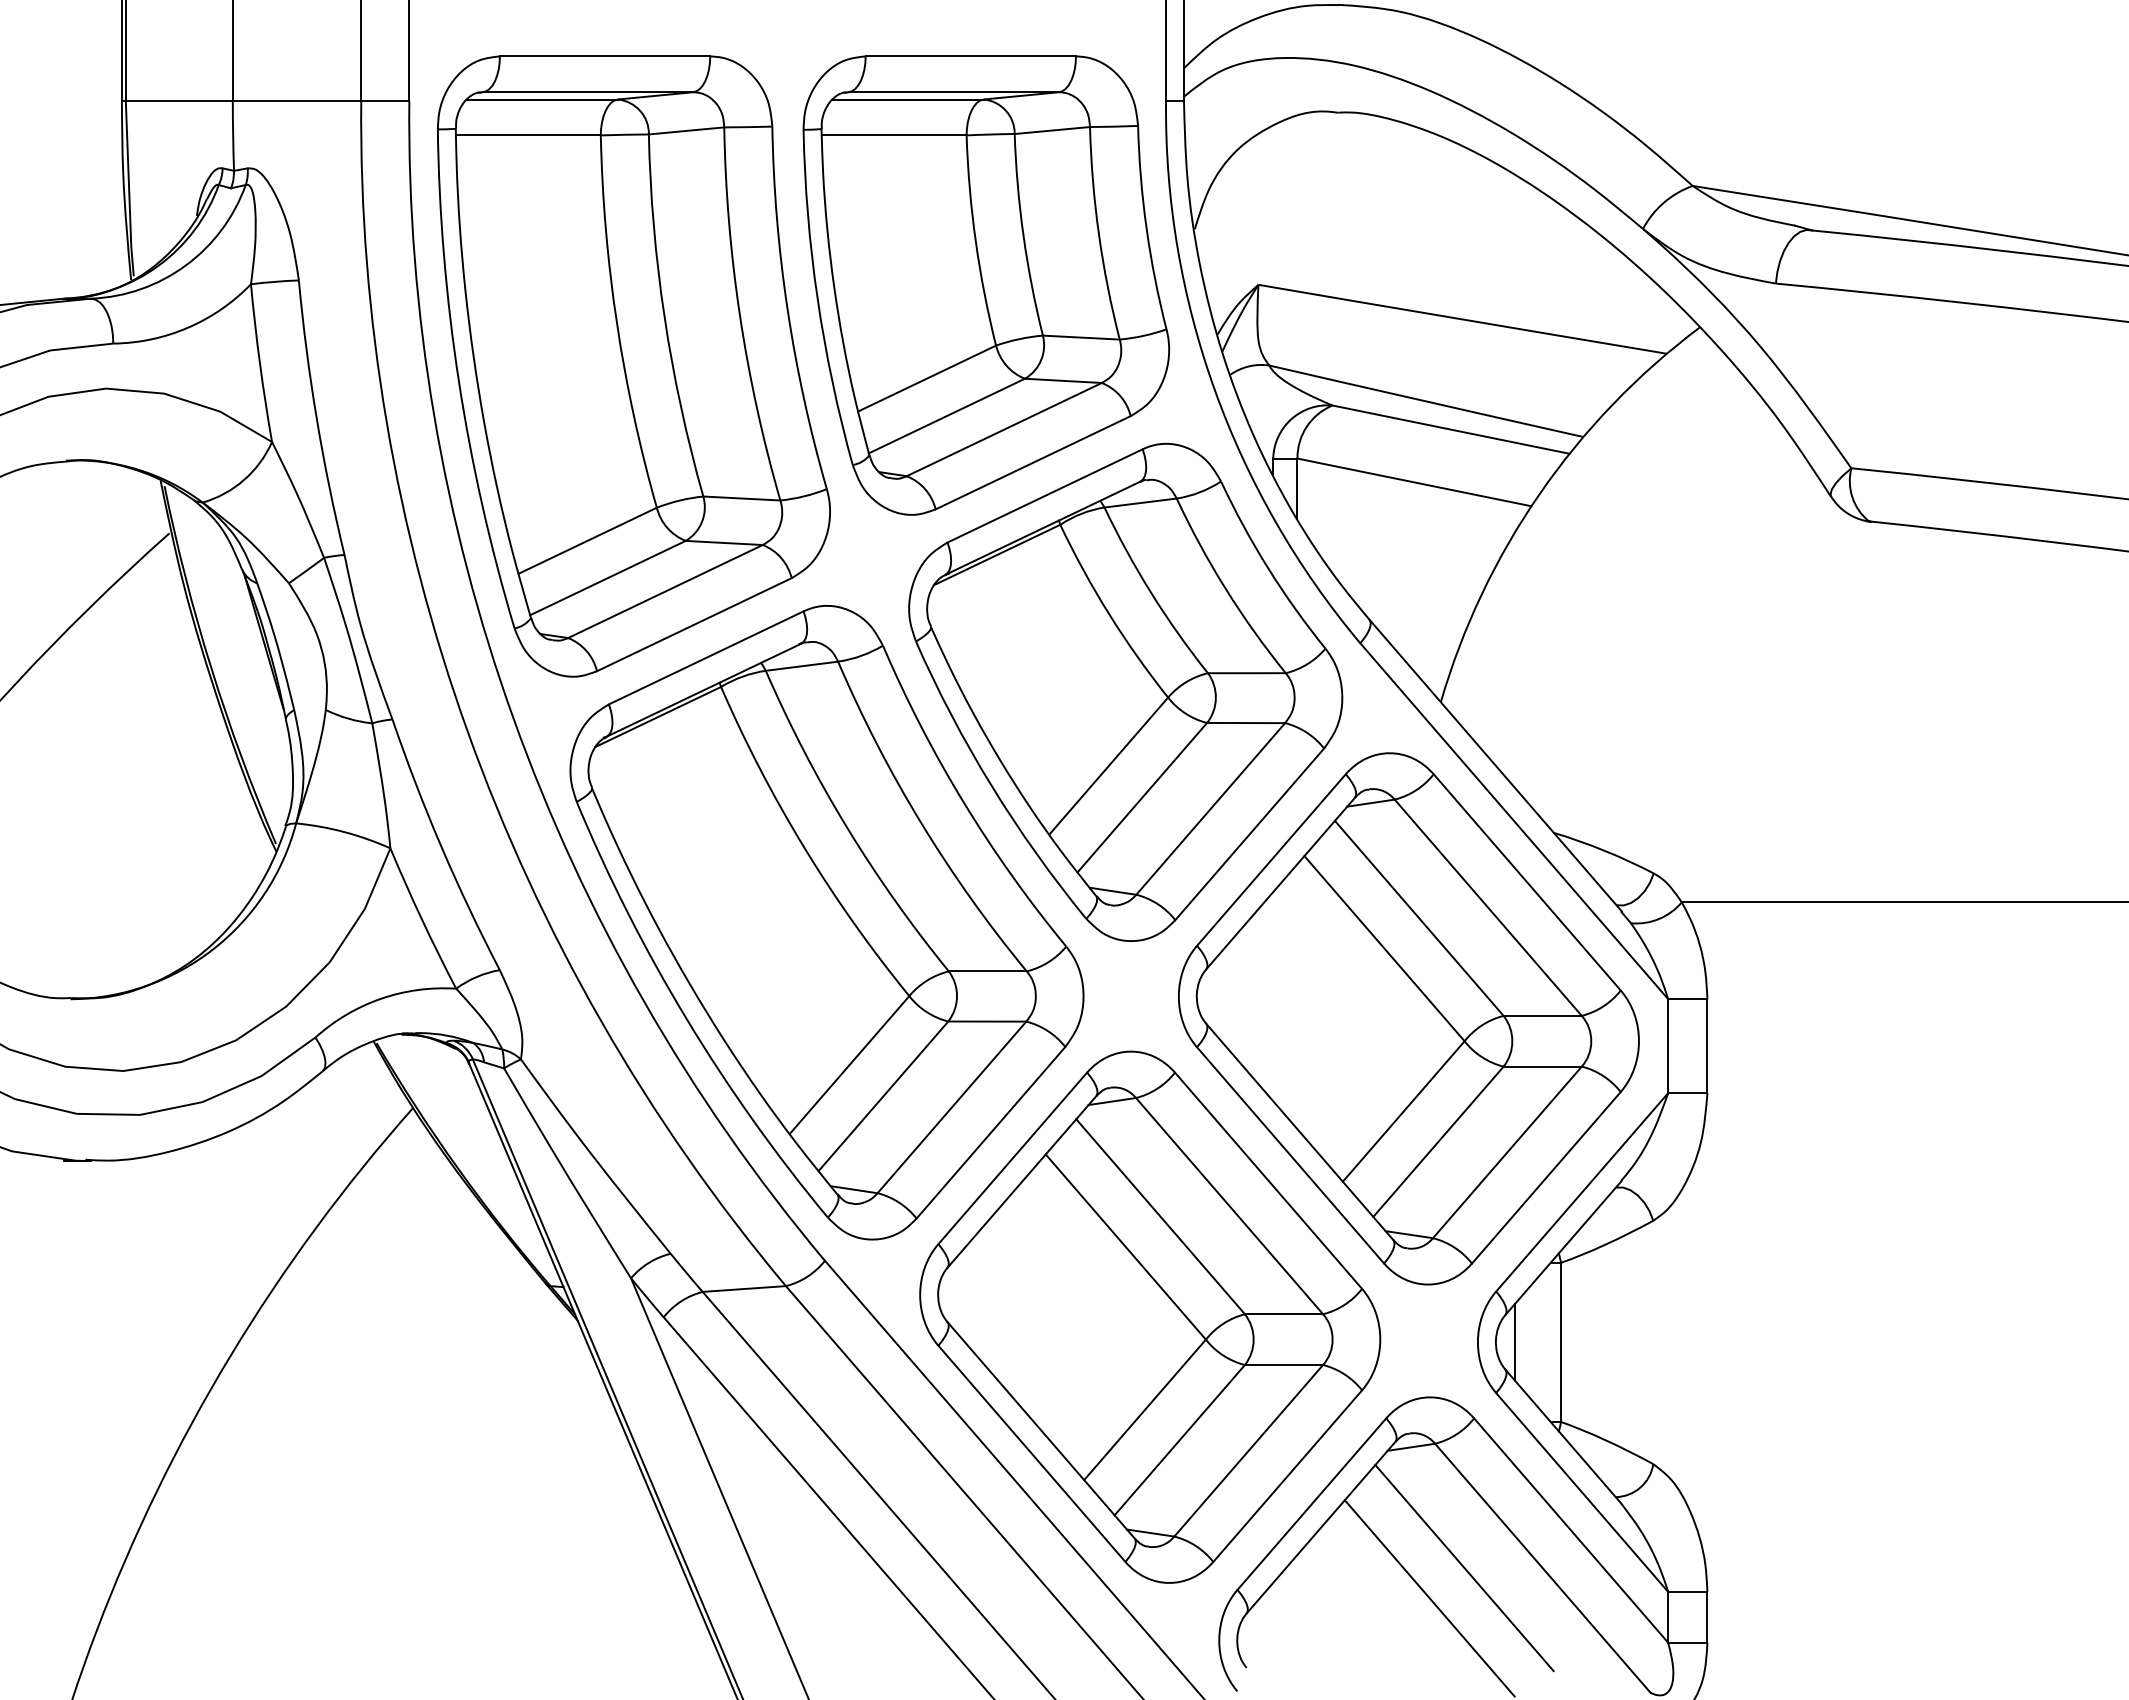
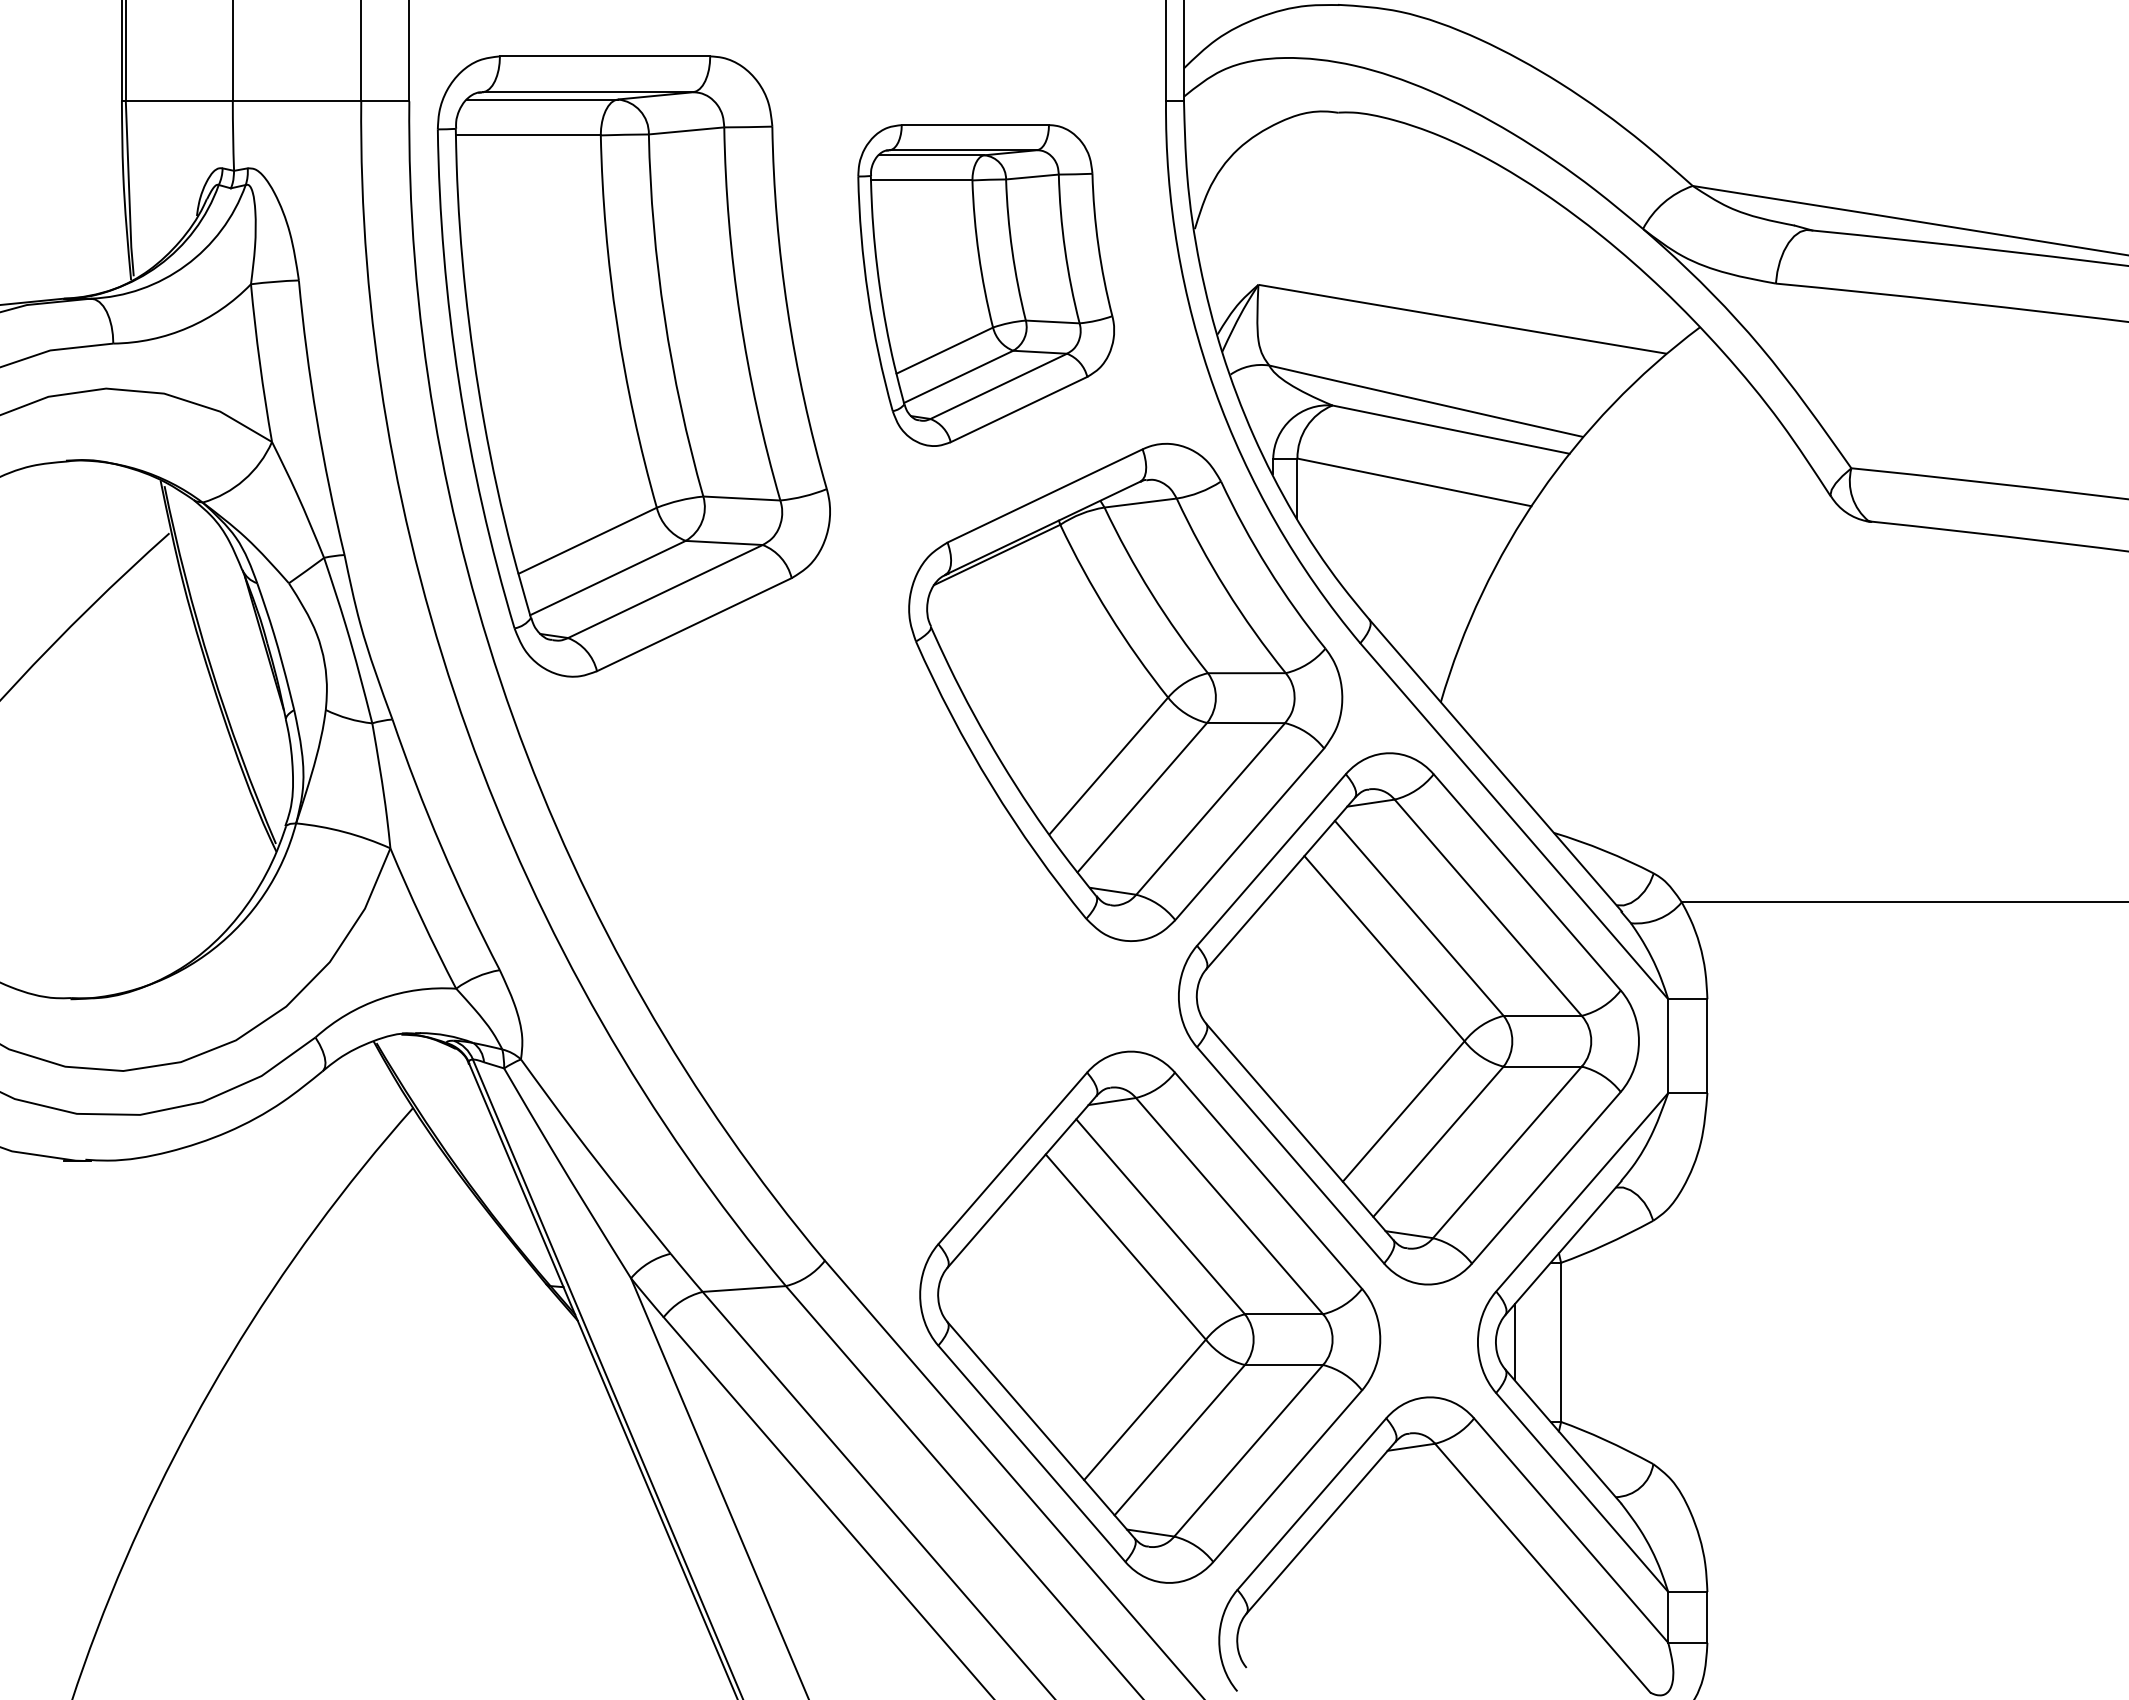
part at (985, 285) size: 368x461 px -> 258x323 px
part at (826, 922): present -> none
line at (1464, 1568): present -> none
line at (1429, 1598): present -> none
